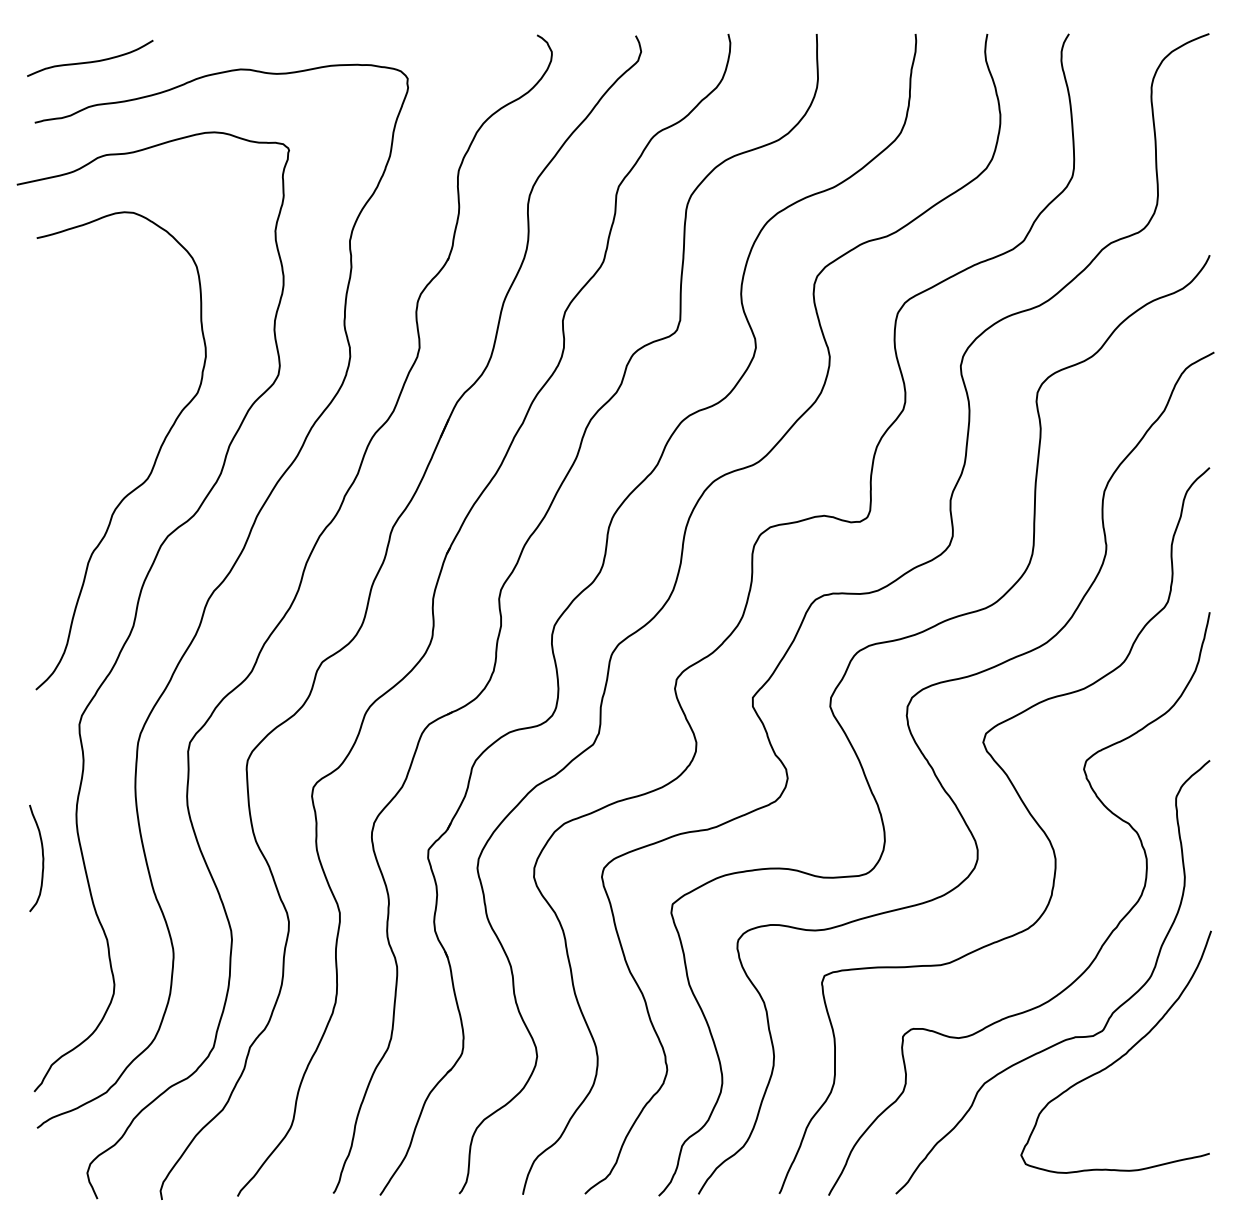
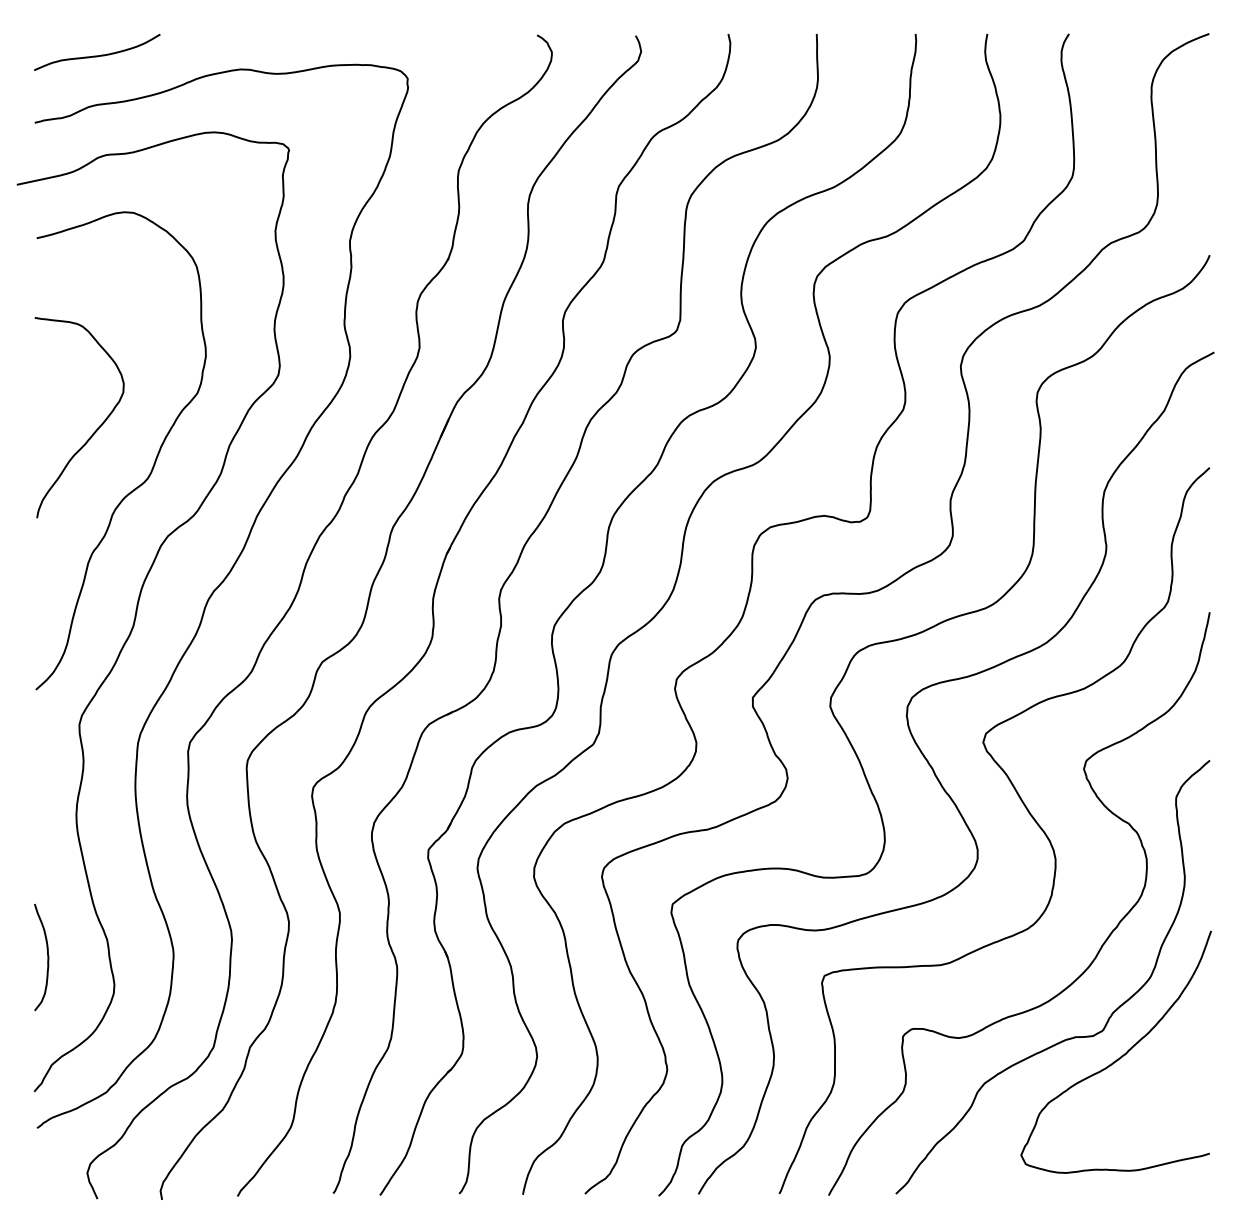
curve at (90, 61) position: (90, 61) -> (97, 55)
curve at (94, 431): none -> present
curve at (42, 858) position: (42, 858) -> (47, 957)
